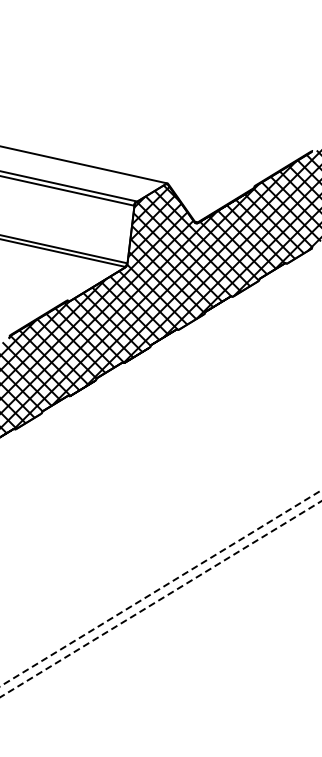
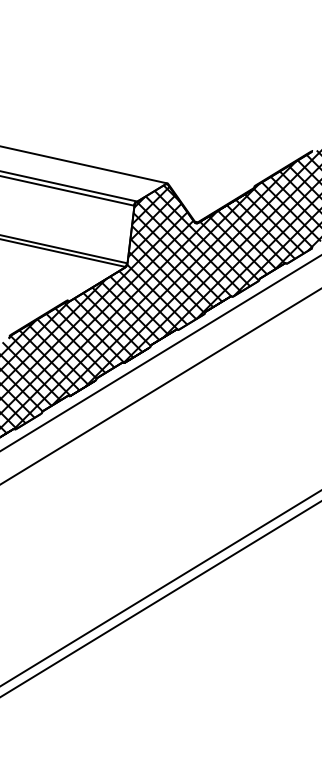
line at (160, 353): none -> present
line at (160, 386): none -> present
line at (161, 588): dashed -> solid
line at (161, 599): dashed -> solid
